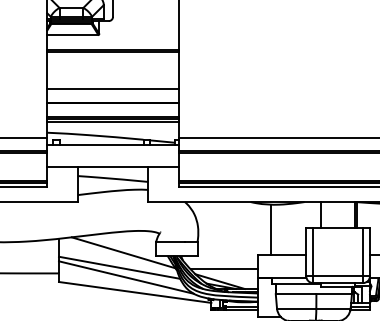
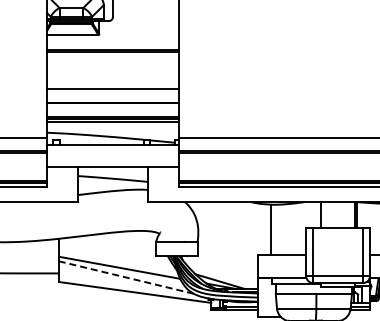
line at (123, 252): present -> none
line at (224, 269): present -> none
line at (125, 277): solid -> dashed
